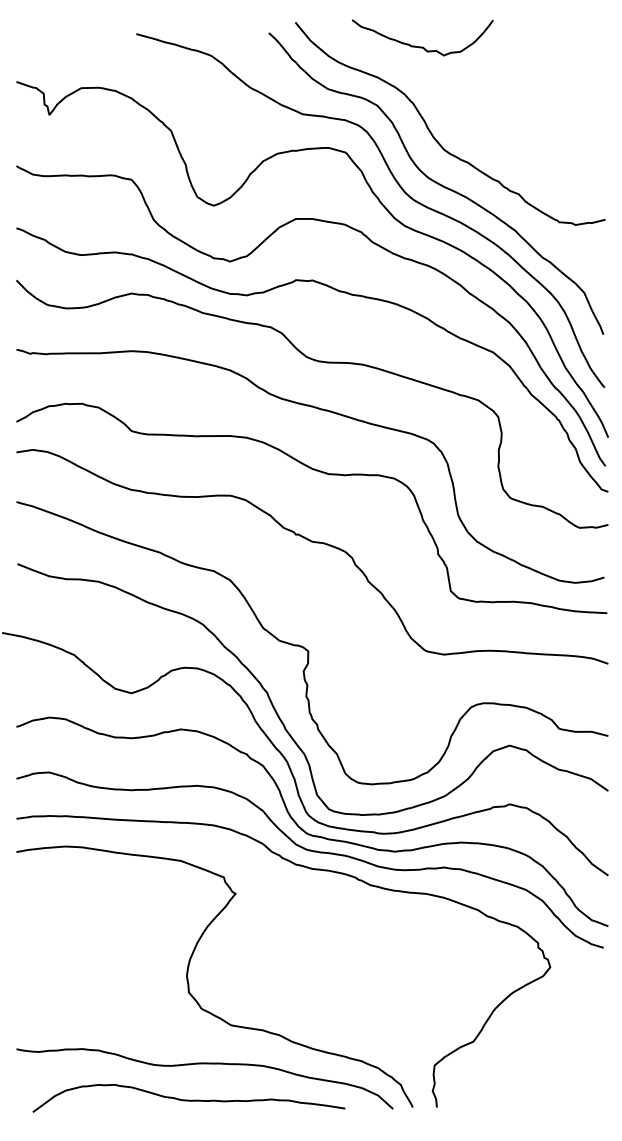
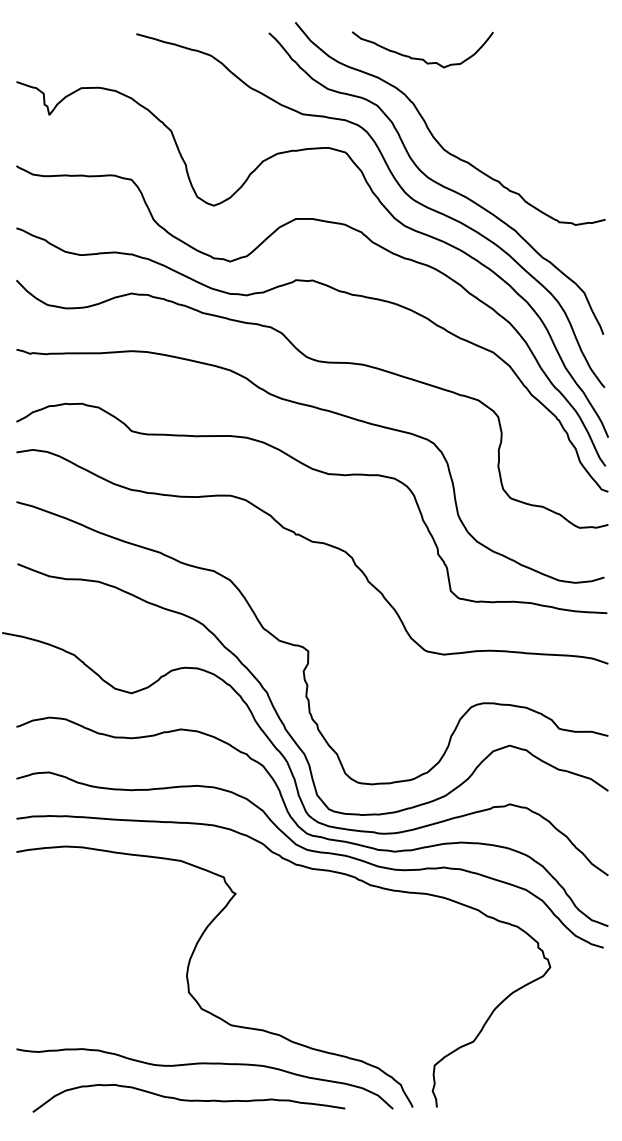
curve at (422, 46) position: (422, 46) -> (422, 58)
